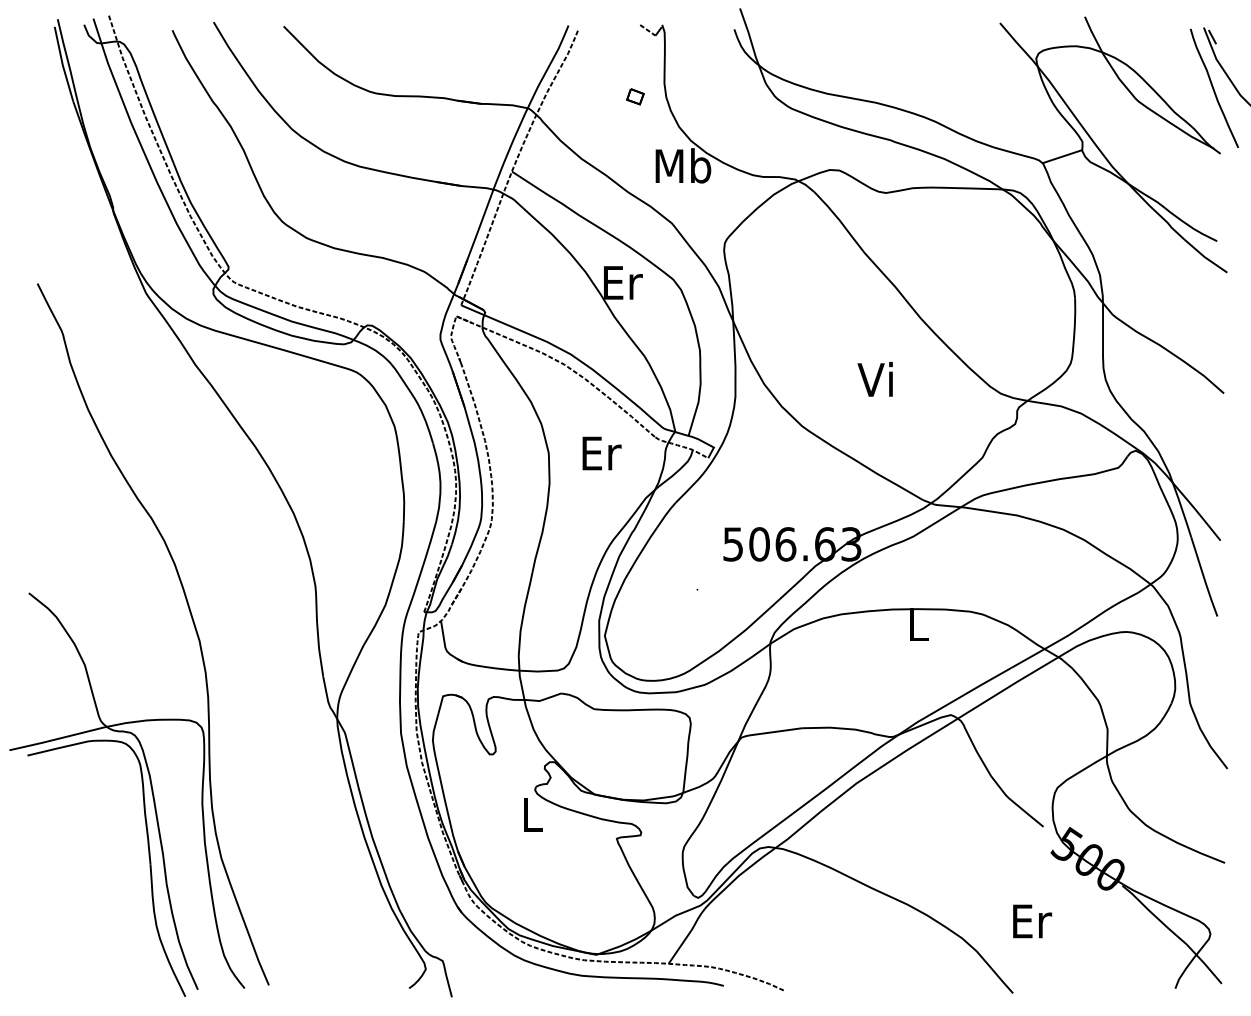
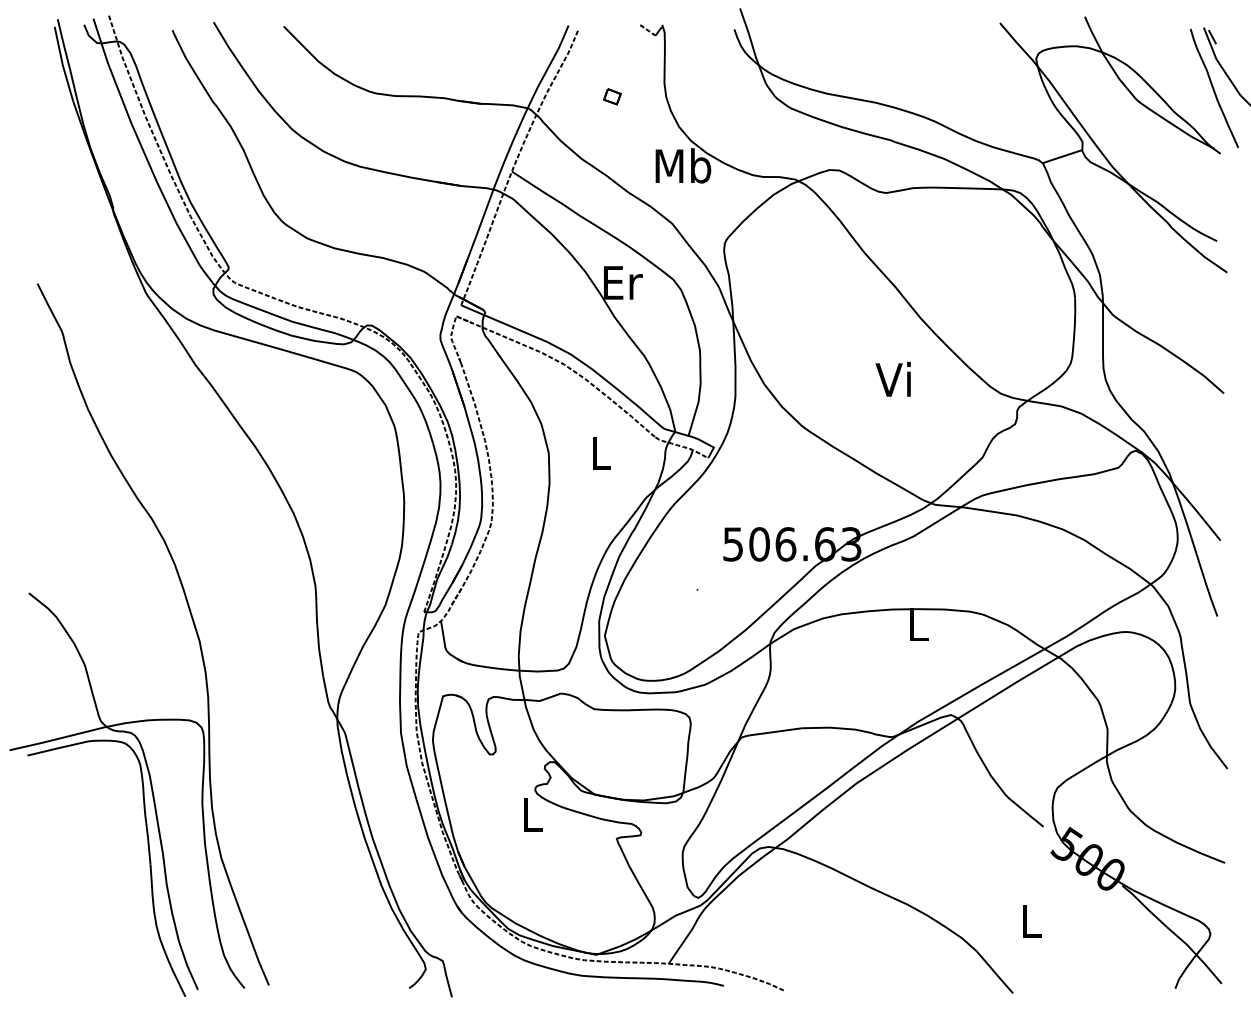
part at (635, 96) position: (635, 96) -> (612, 96)
text at (874, 379) position: (874, 379) -> (892, 379)
text at (601, 453): Er -> L
text at (1032, 921): Er -> L
